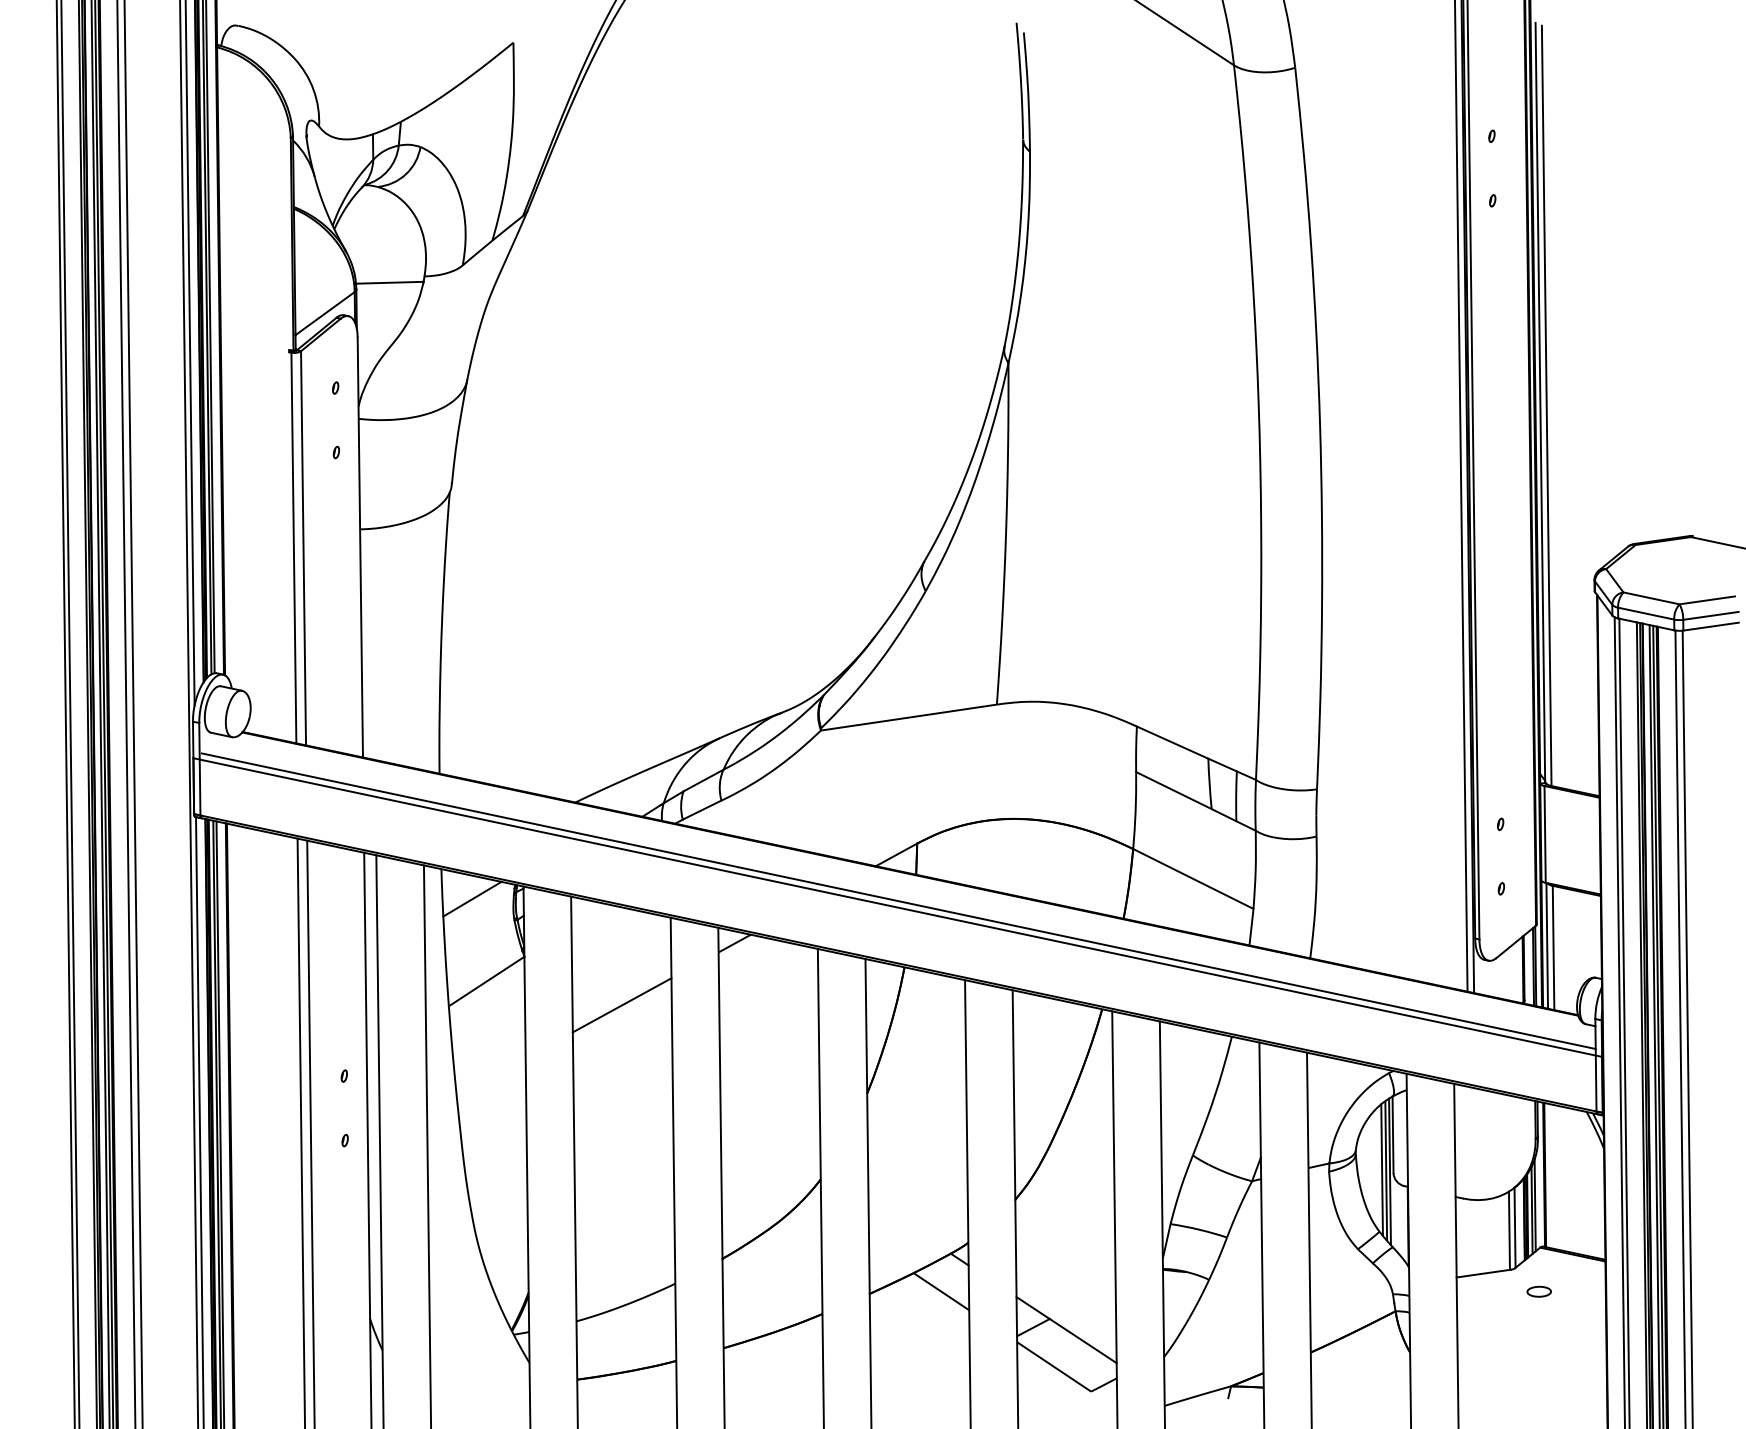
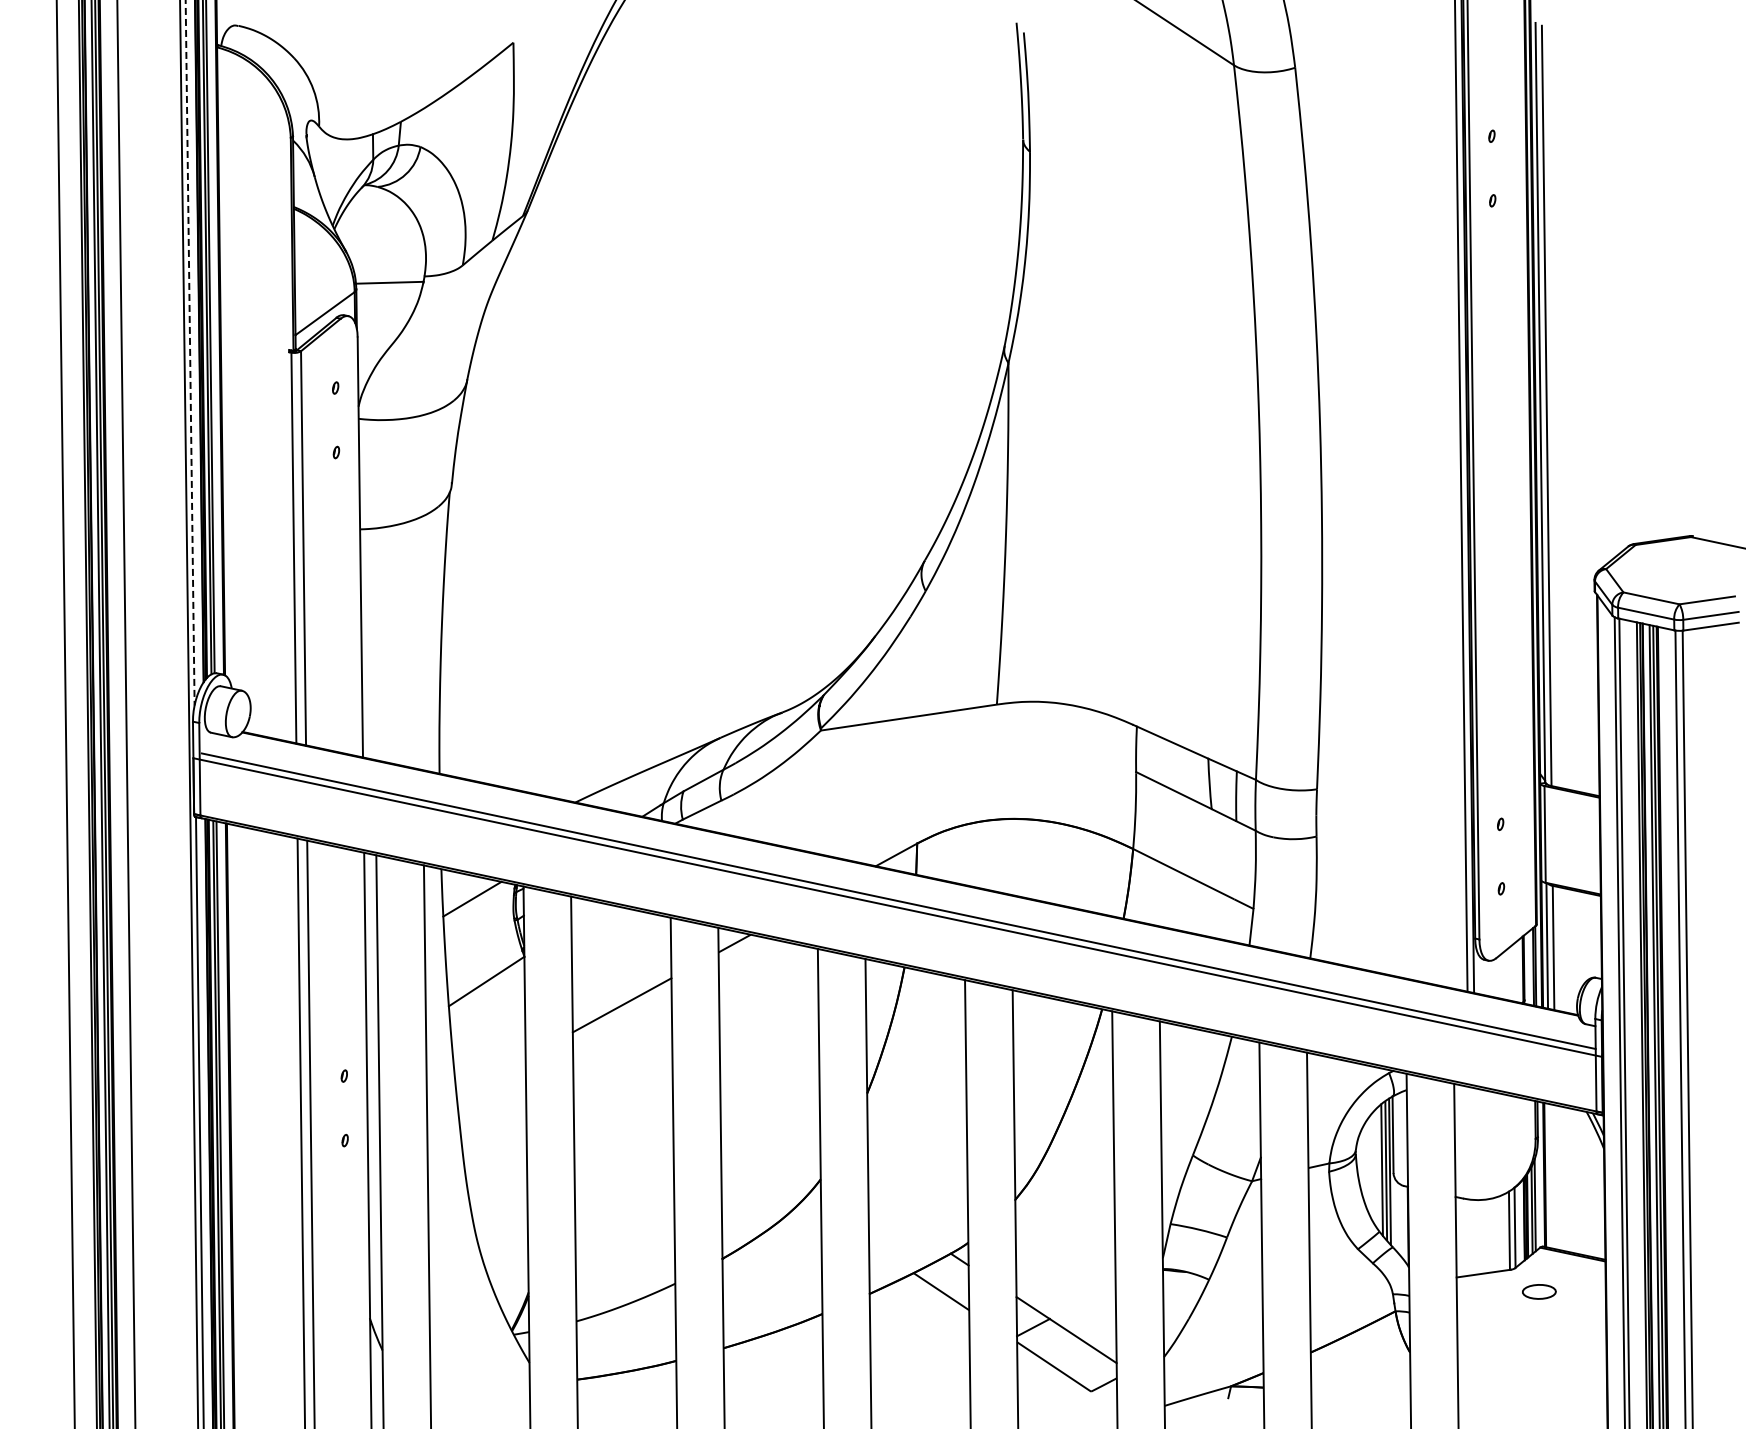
line at (190, 353): solid -> dashed
line at (70, 713): present -> none
line at (133, 713): present -> none
part at (1538, 1291) size: 26x13 px -> 35x16 px
